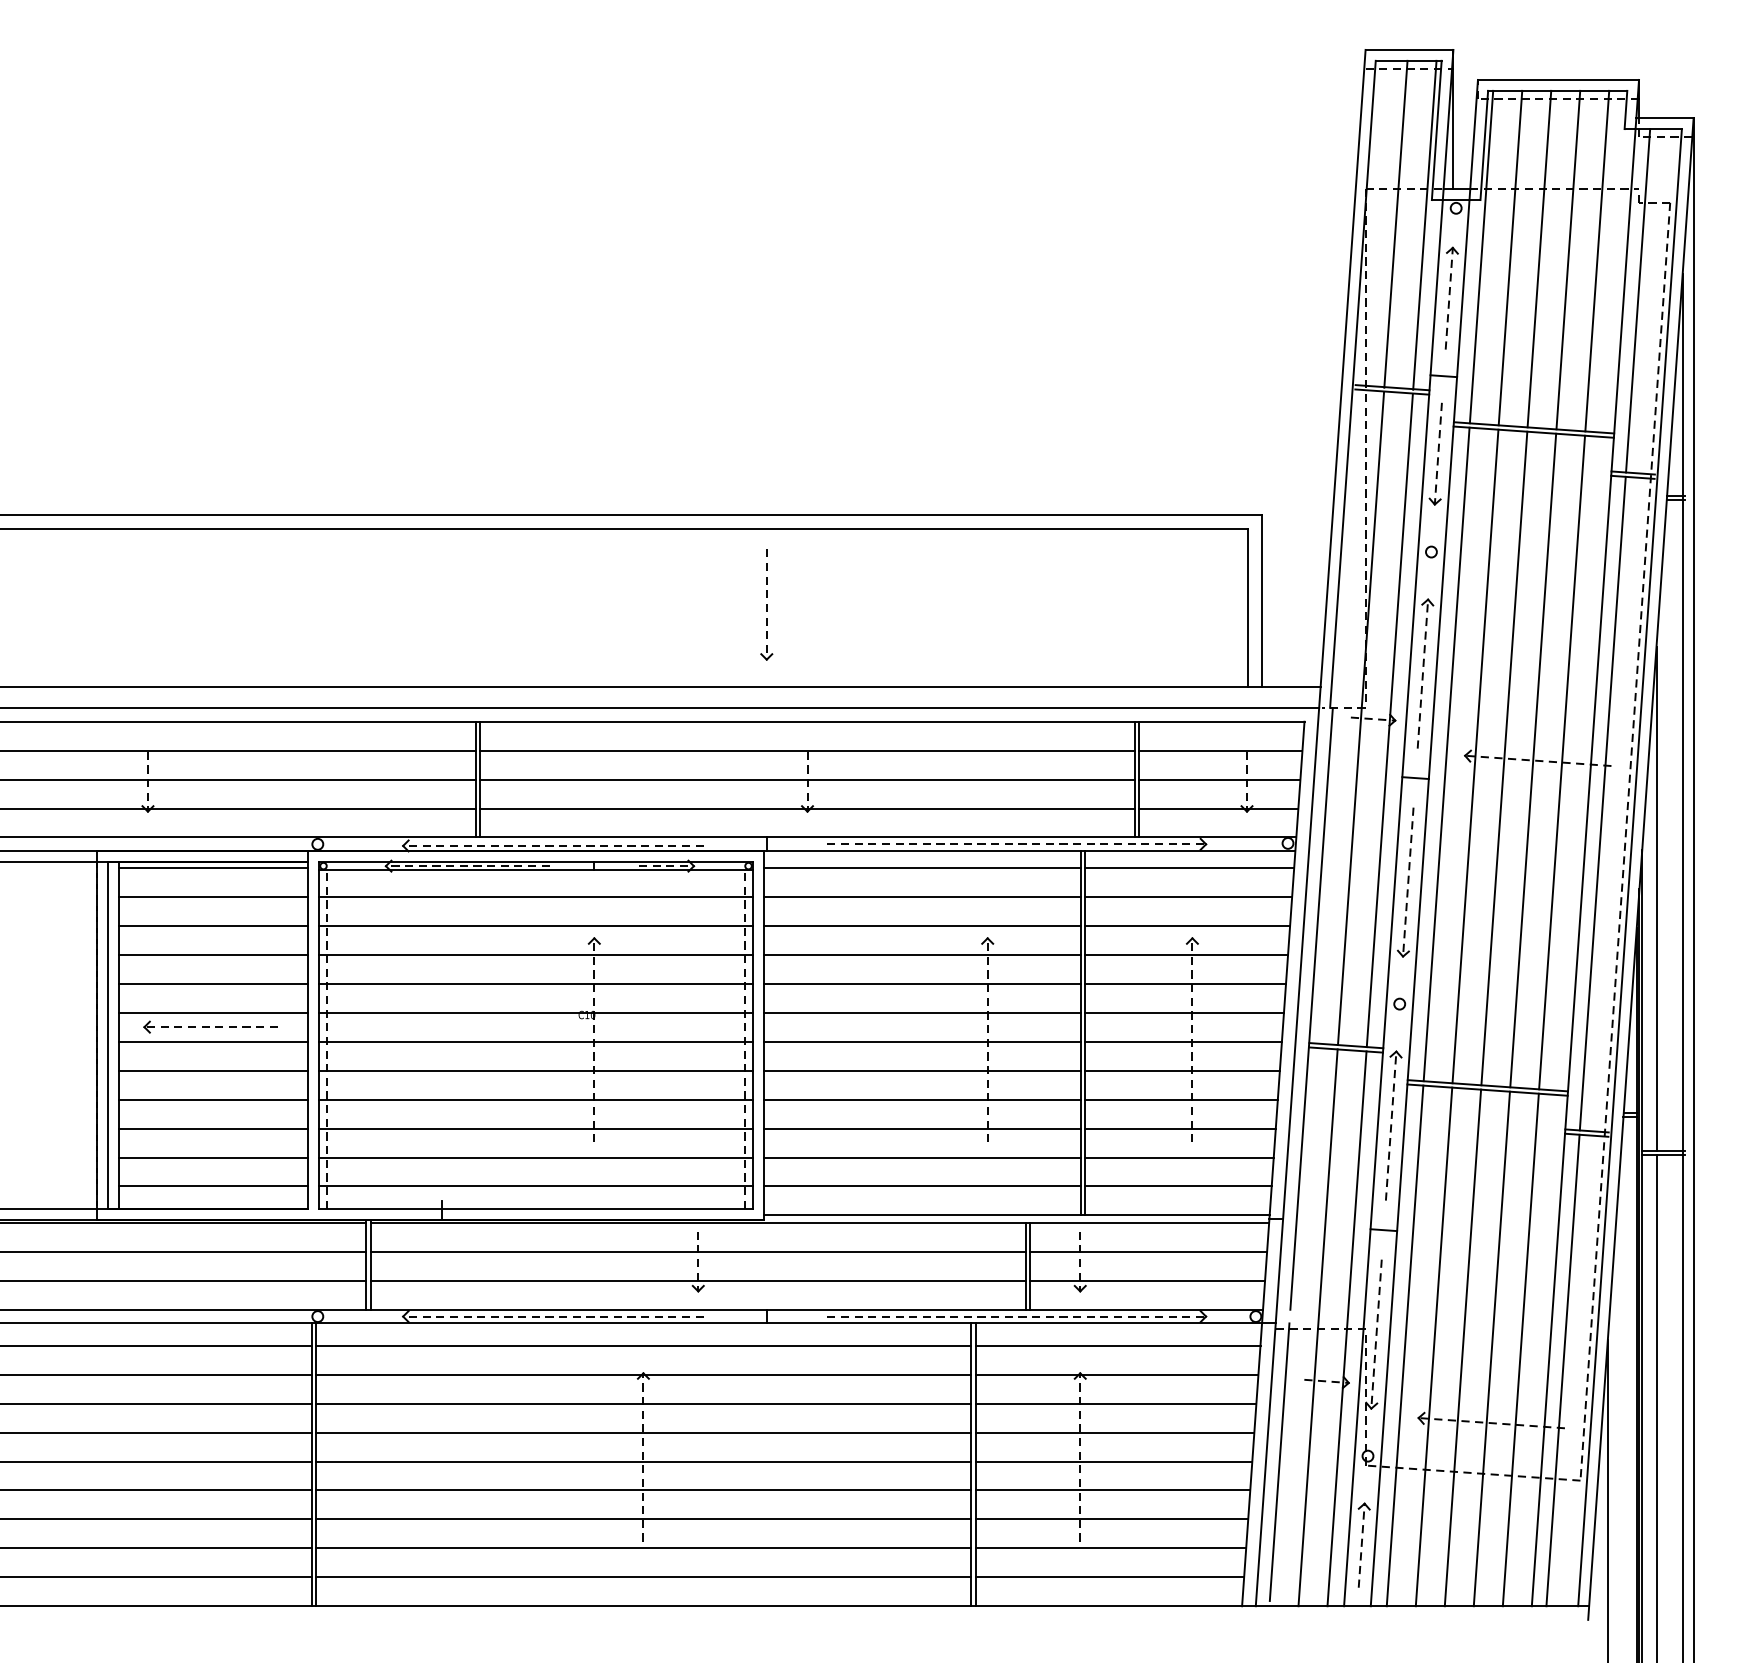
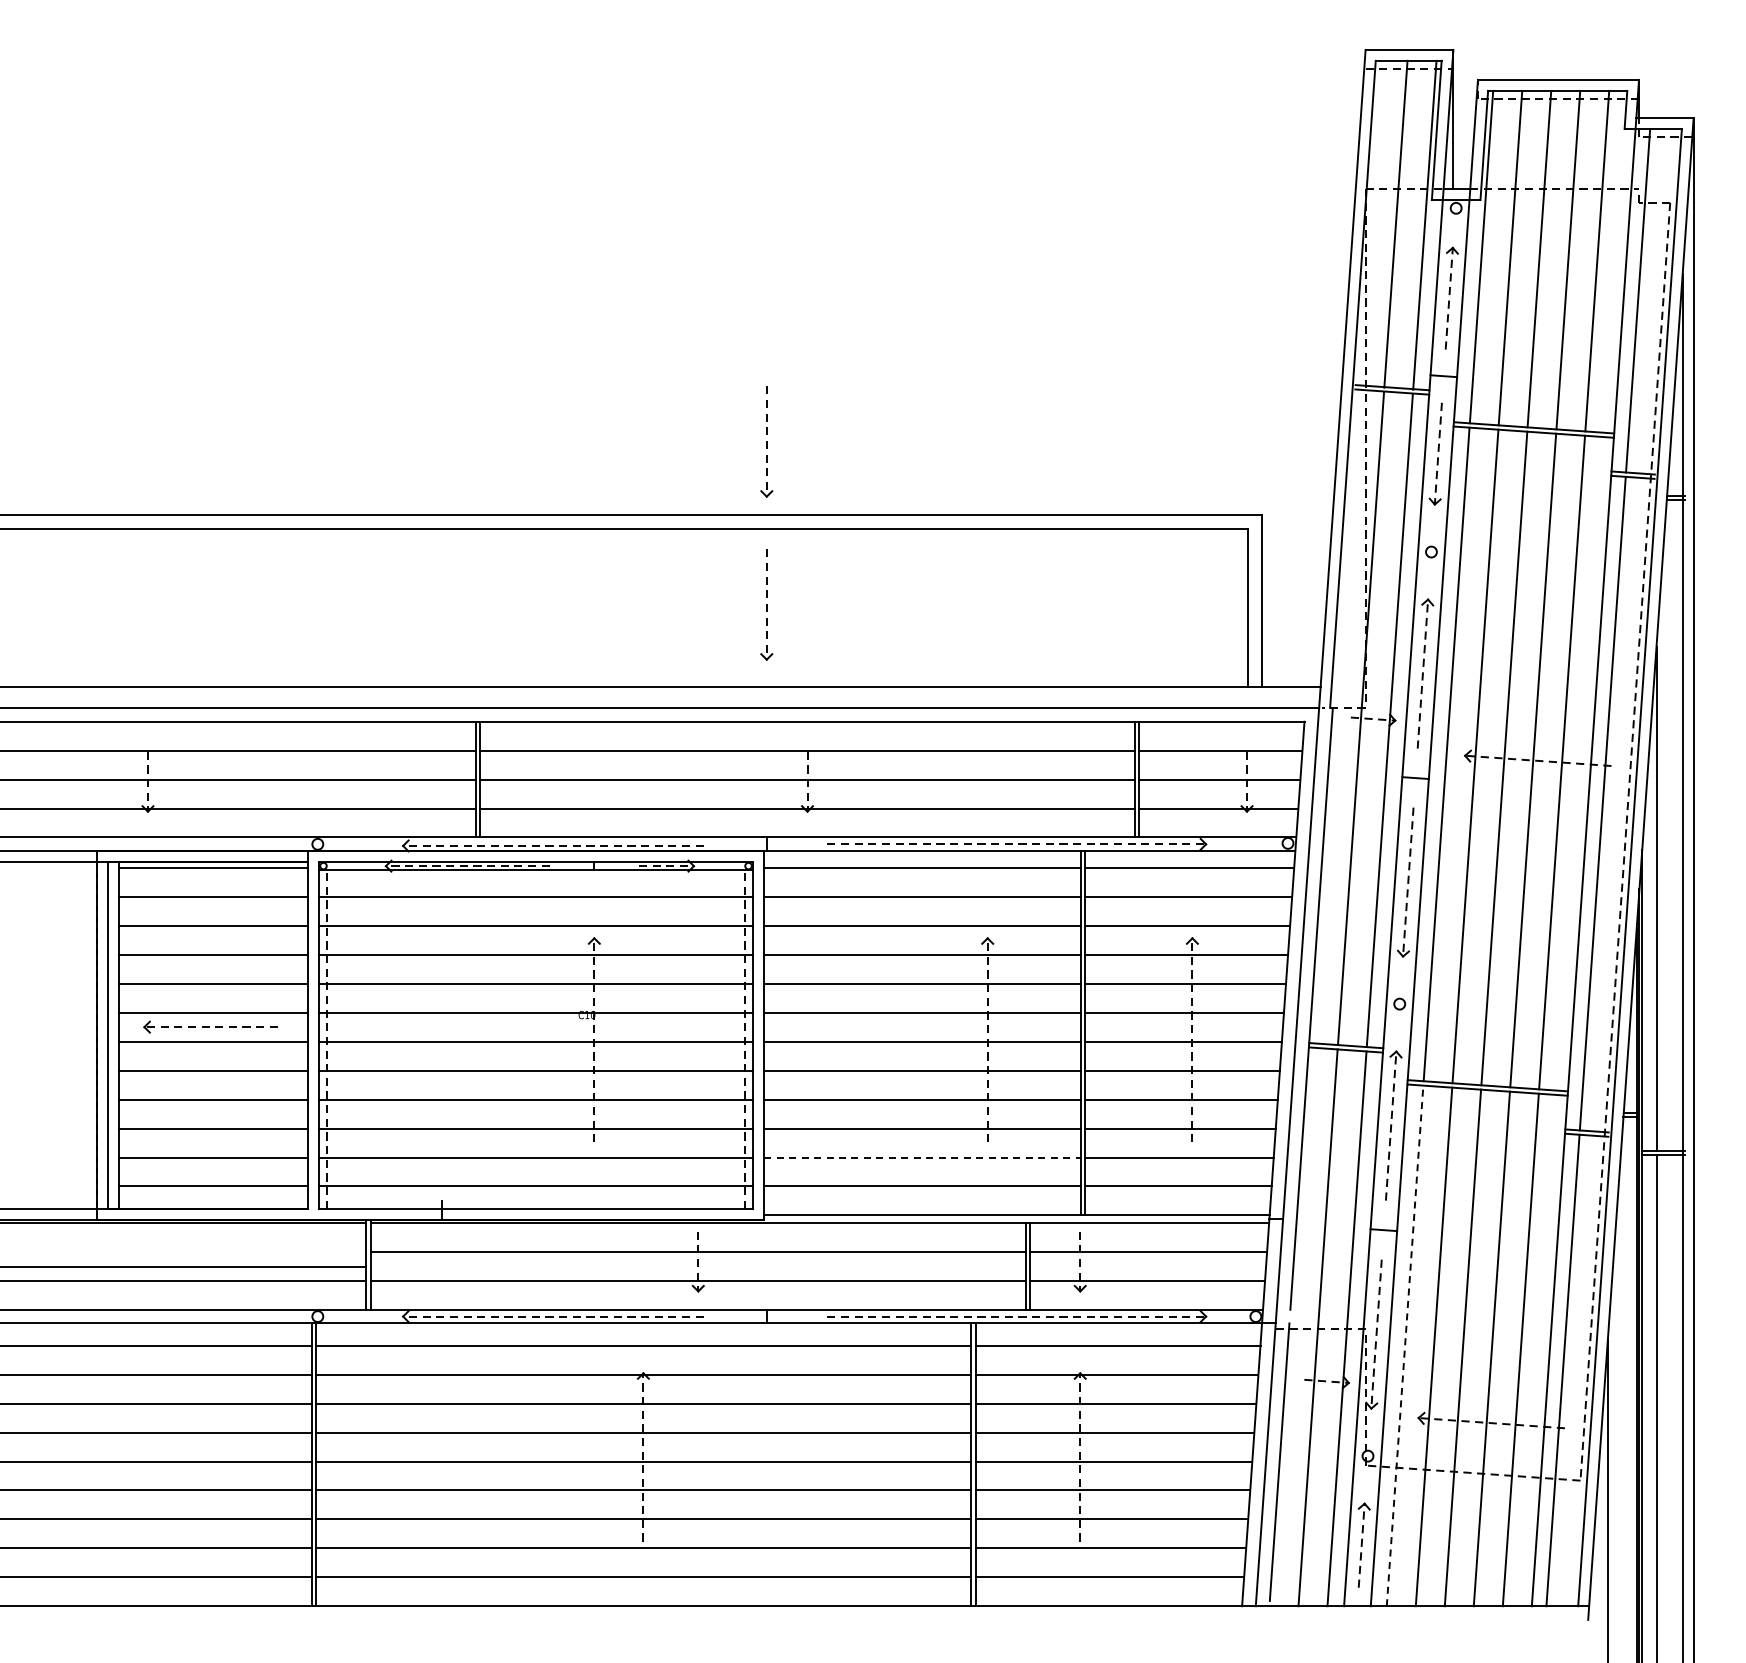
part at (766, 441): none -> present
line at (922, 1157): solid -> dashed
line at (184, 1251) position: (184, 1251) -> (184, 1266)
line at (1405, 1345): solid -> dashed
